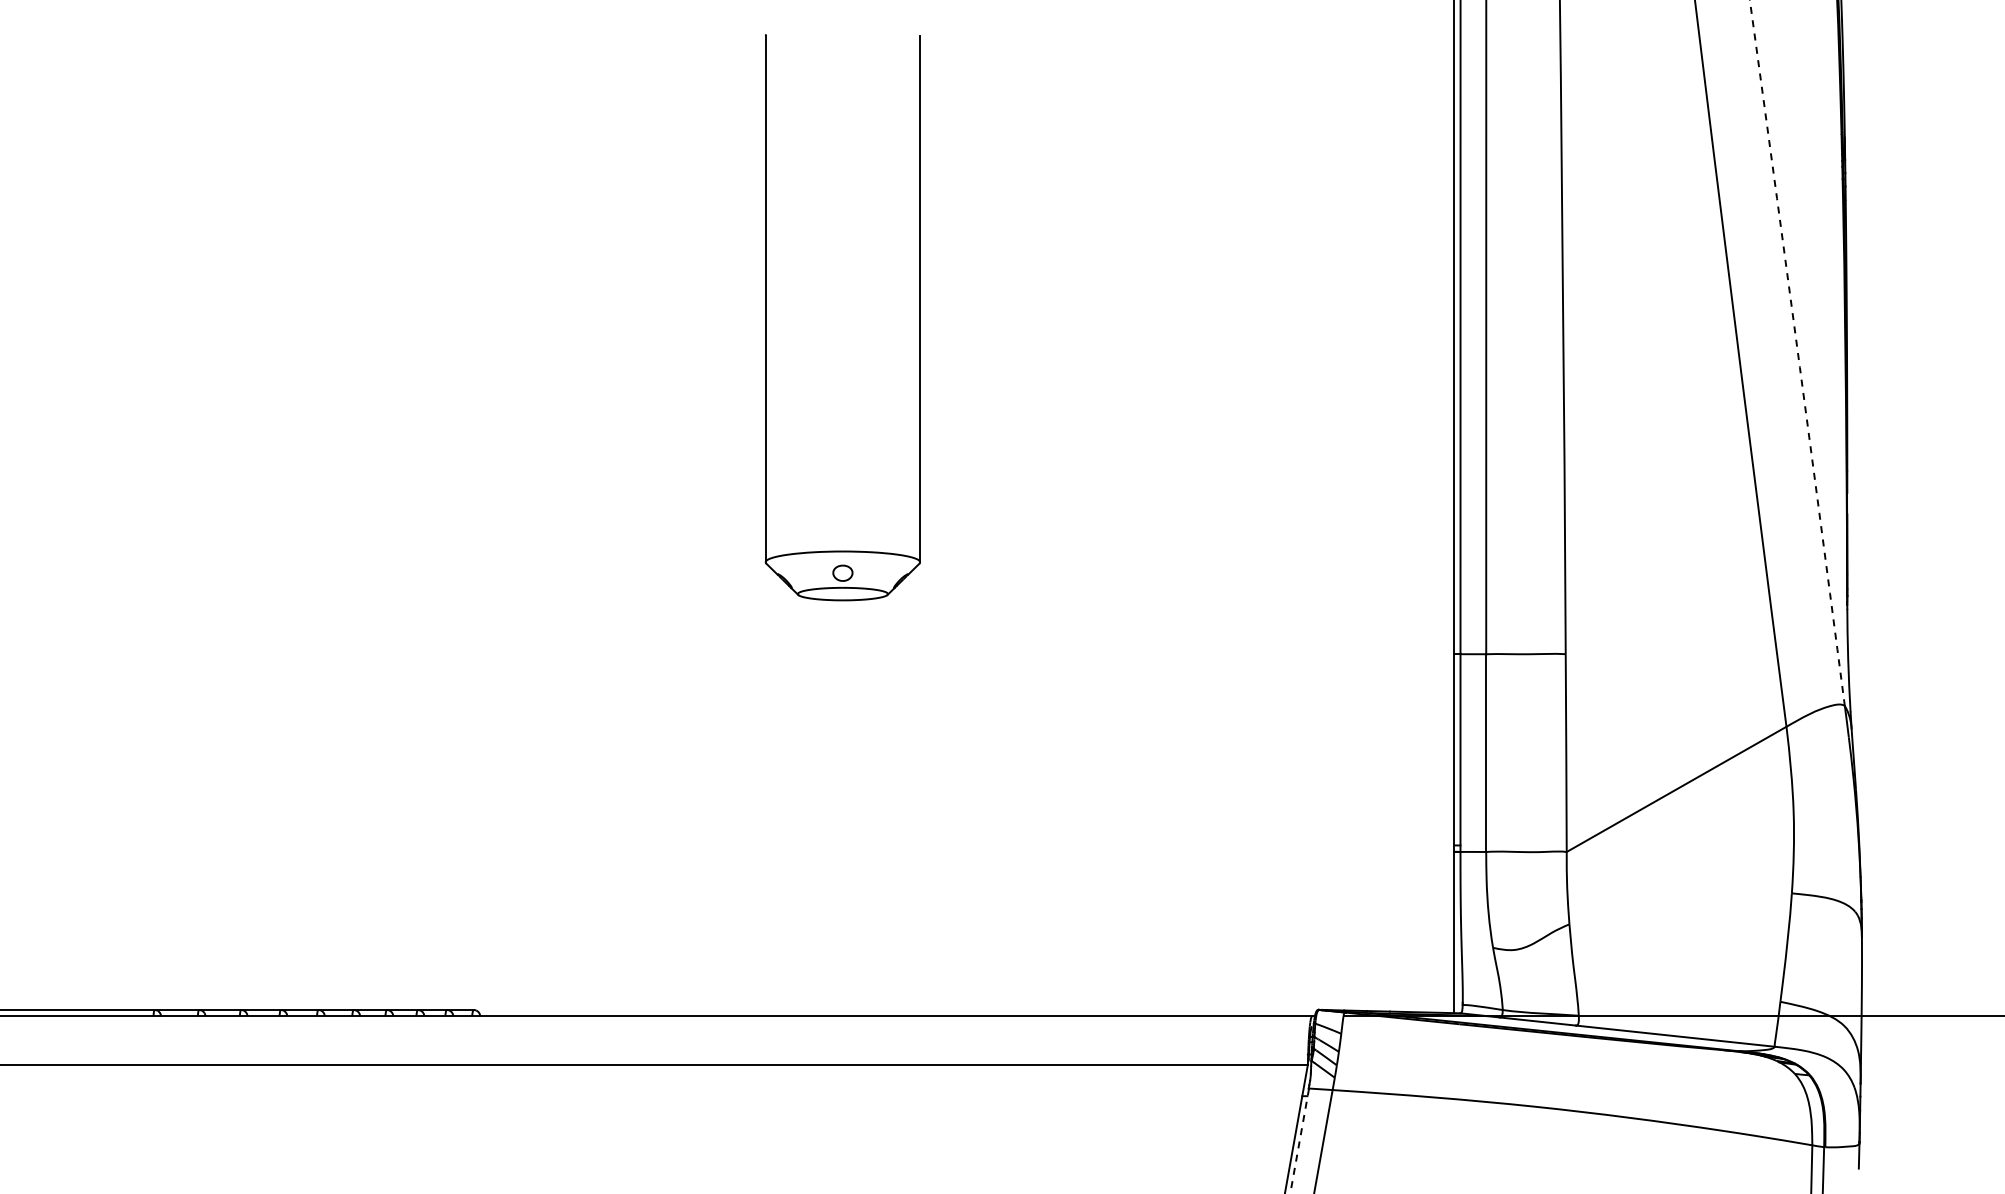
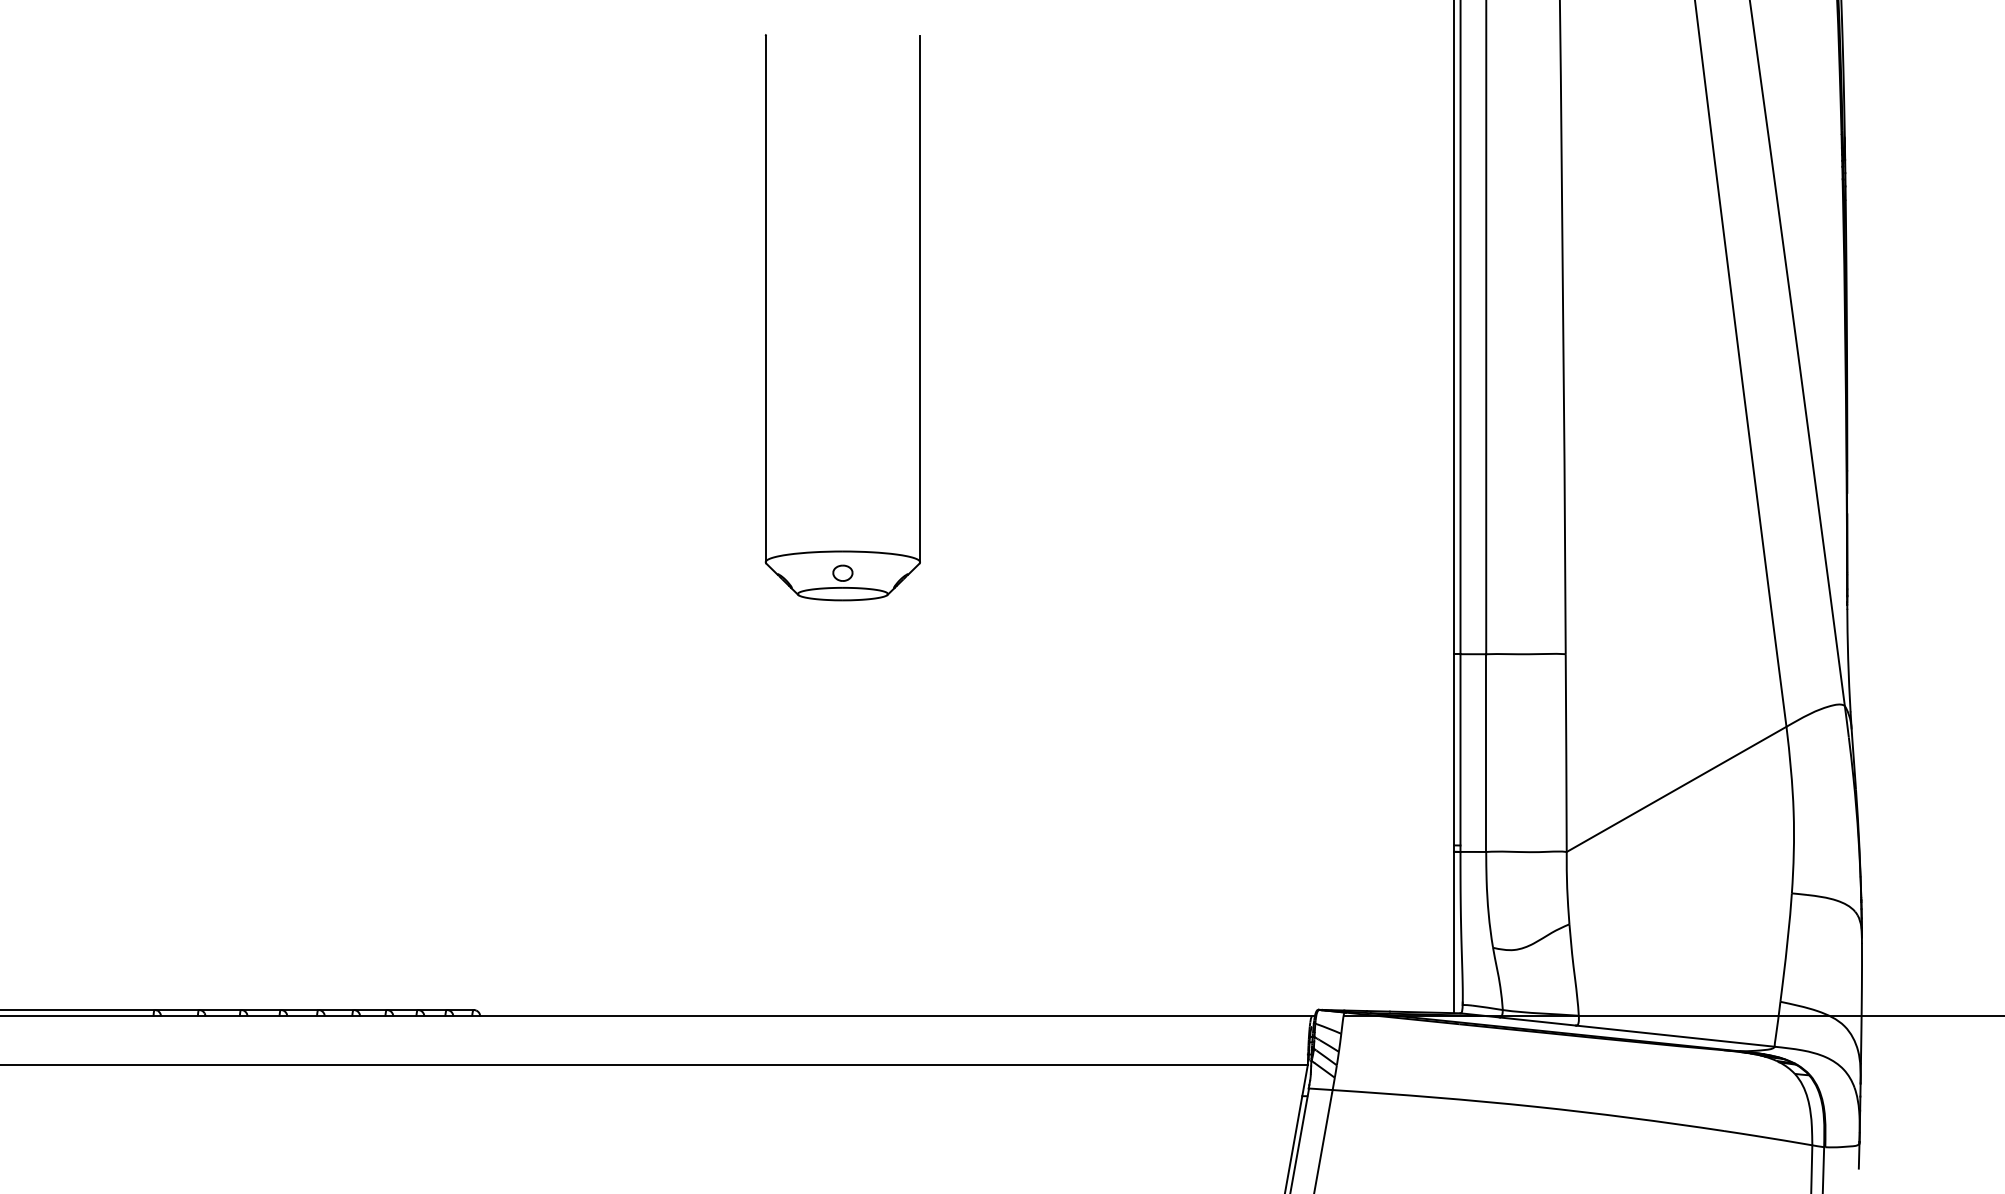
arc at (1797, 352): dashed -> solid
line at (1299, 1141): dashed -> solid
